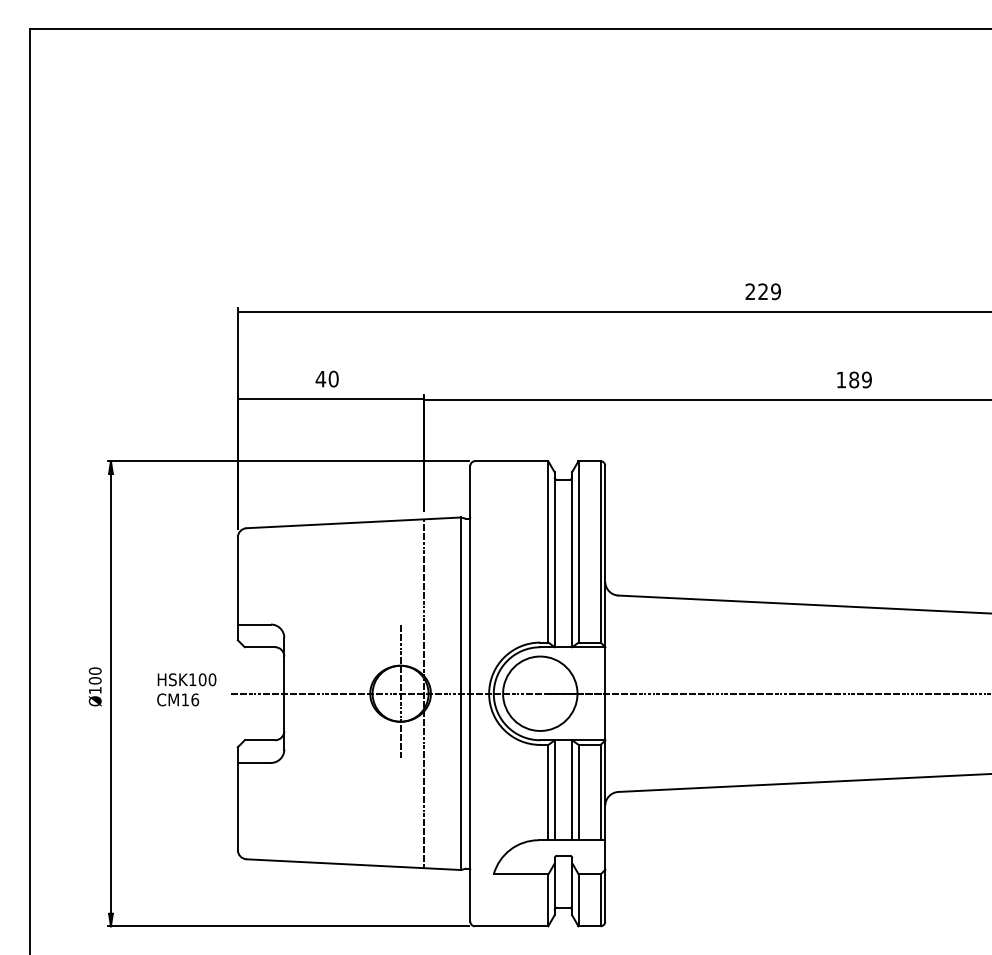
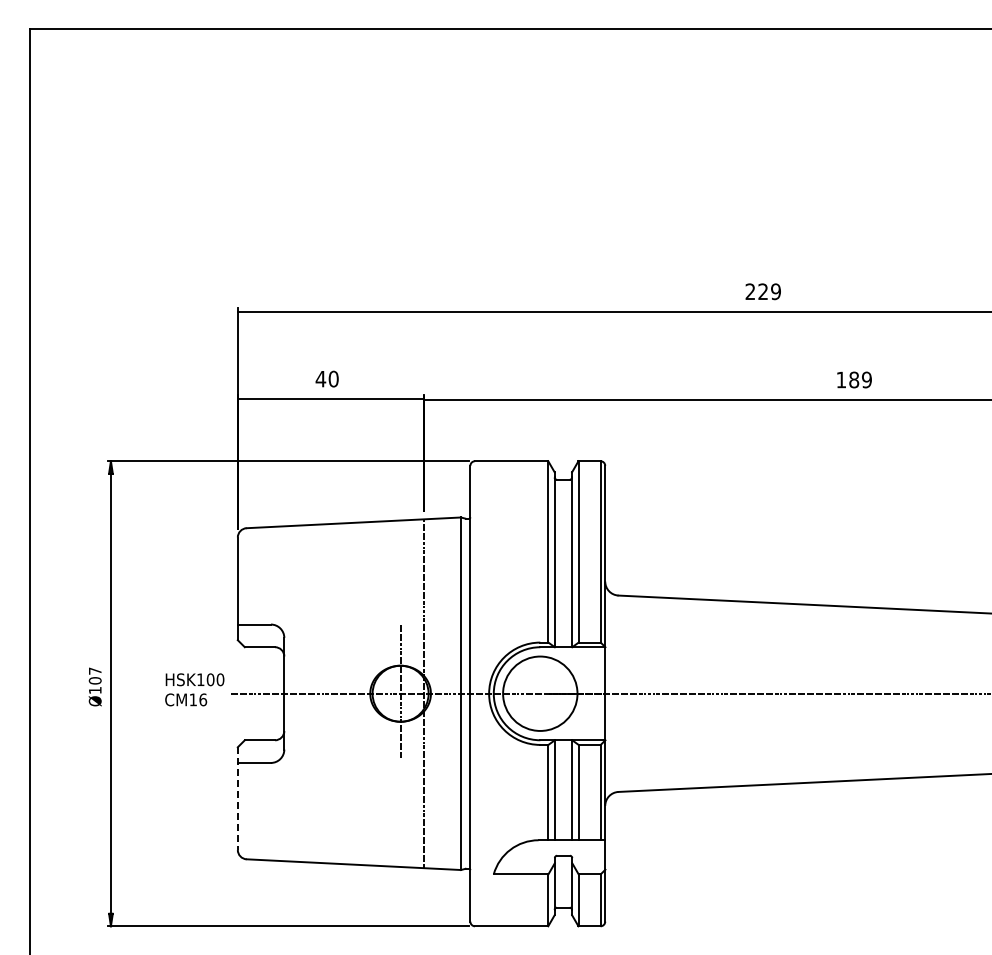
text at (94, 670): Ø100 -> Ø107
text at (186, 689) position: (186, 689) -> (194, 689)
line at (237, 799): solid -> dashed
